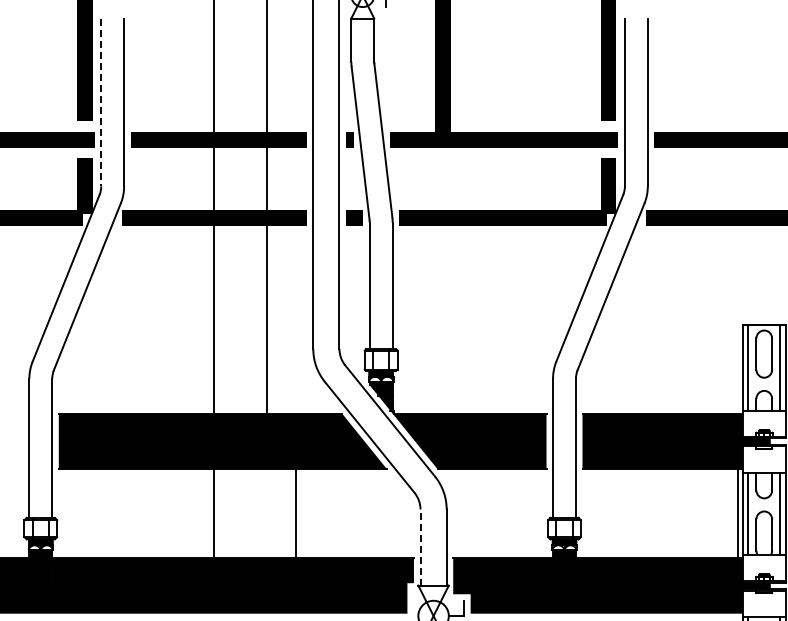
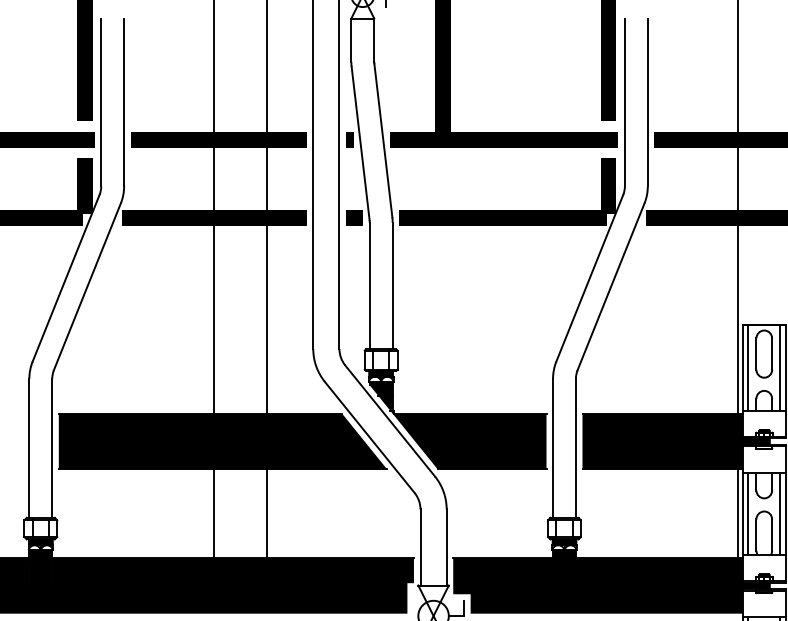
line at (101, 102): dashed -> solid
line at (738, 207): none -> present
line at (295, 513) position: (295, 513) -> (266, 513)
line at (420, 547): dashed -> solid
